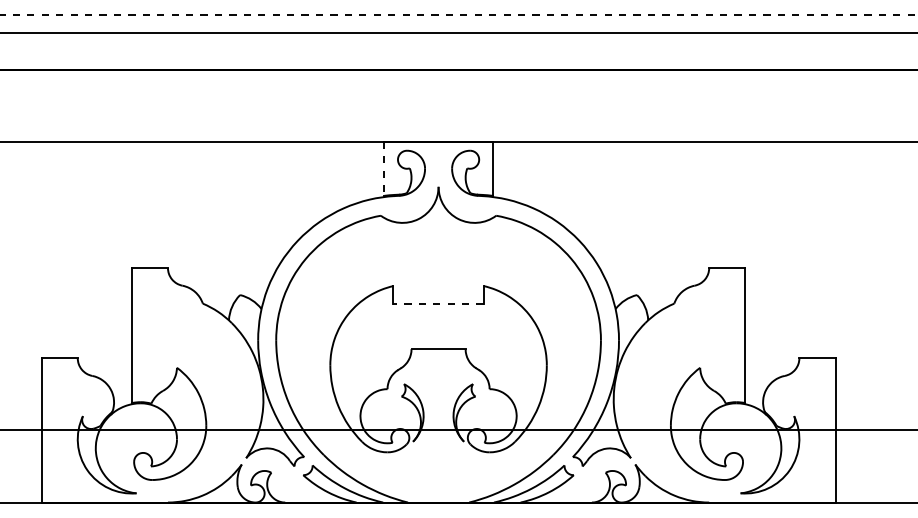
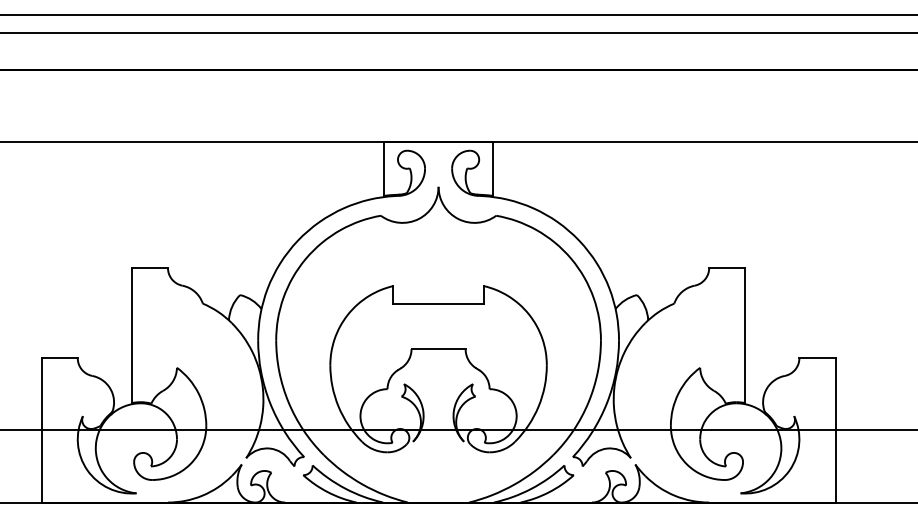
line at (458, 15): dashed -> solid
line at (384, 169): dashed -> solid
line at (438, 304): dashed -> solid
